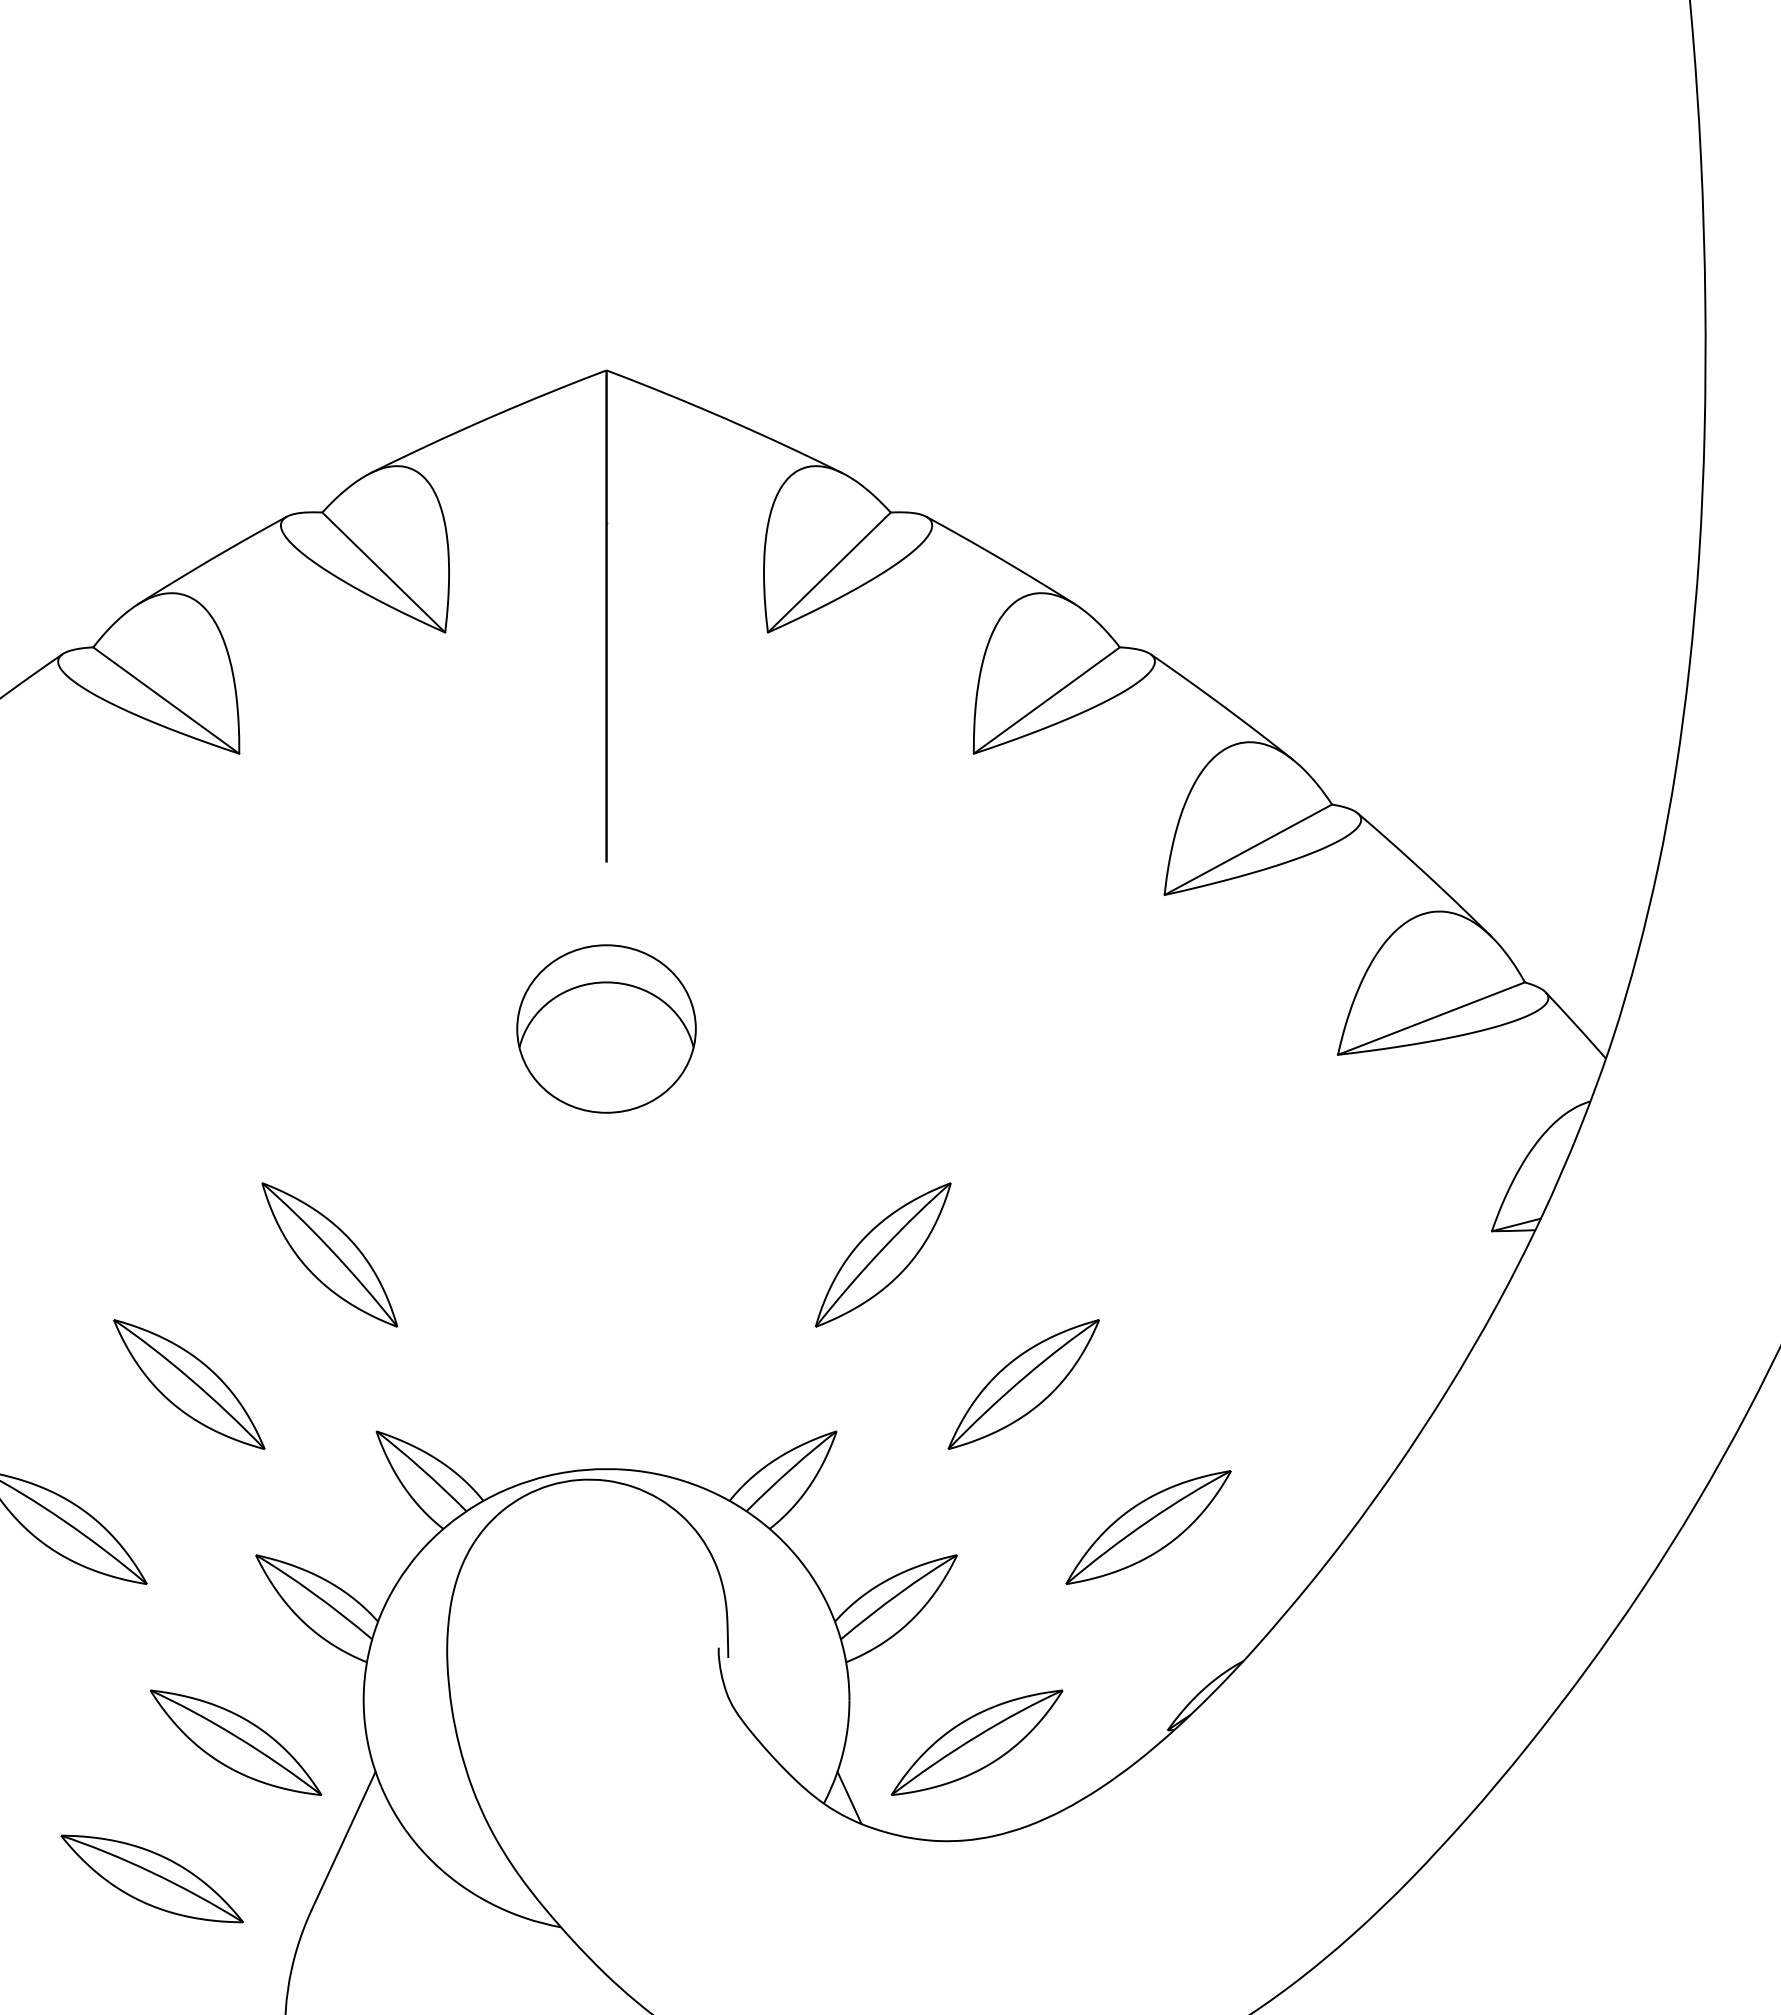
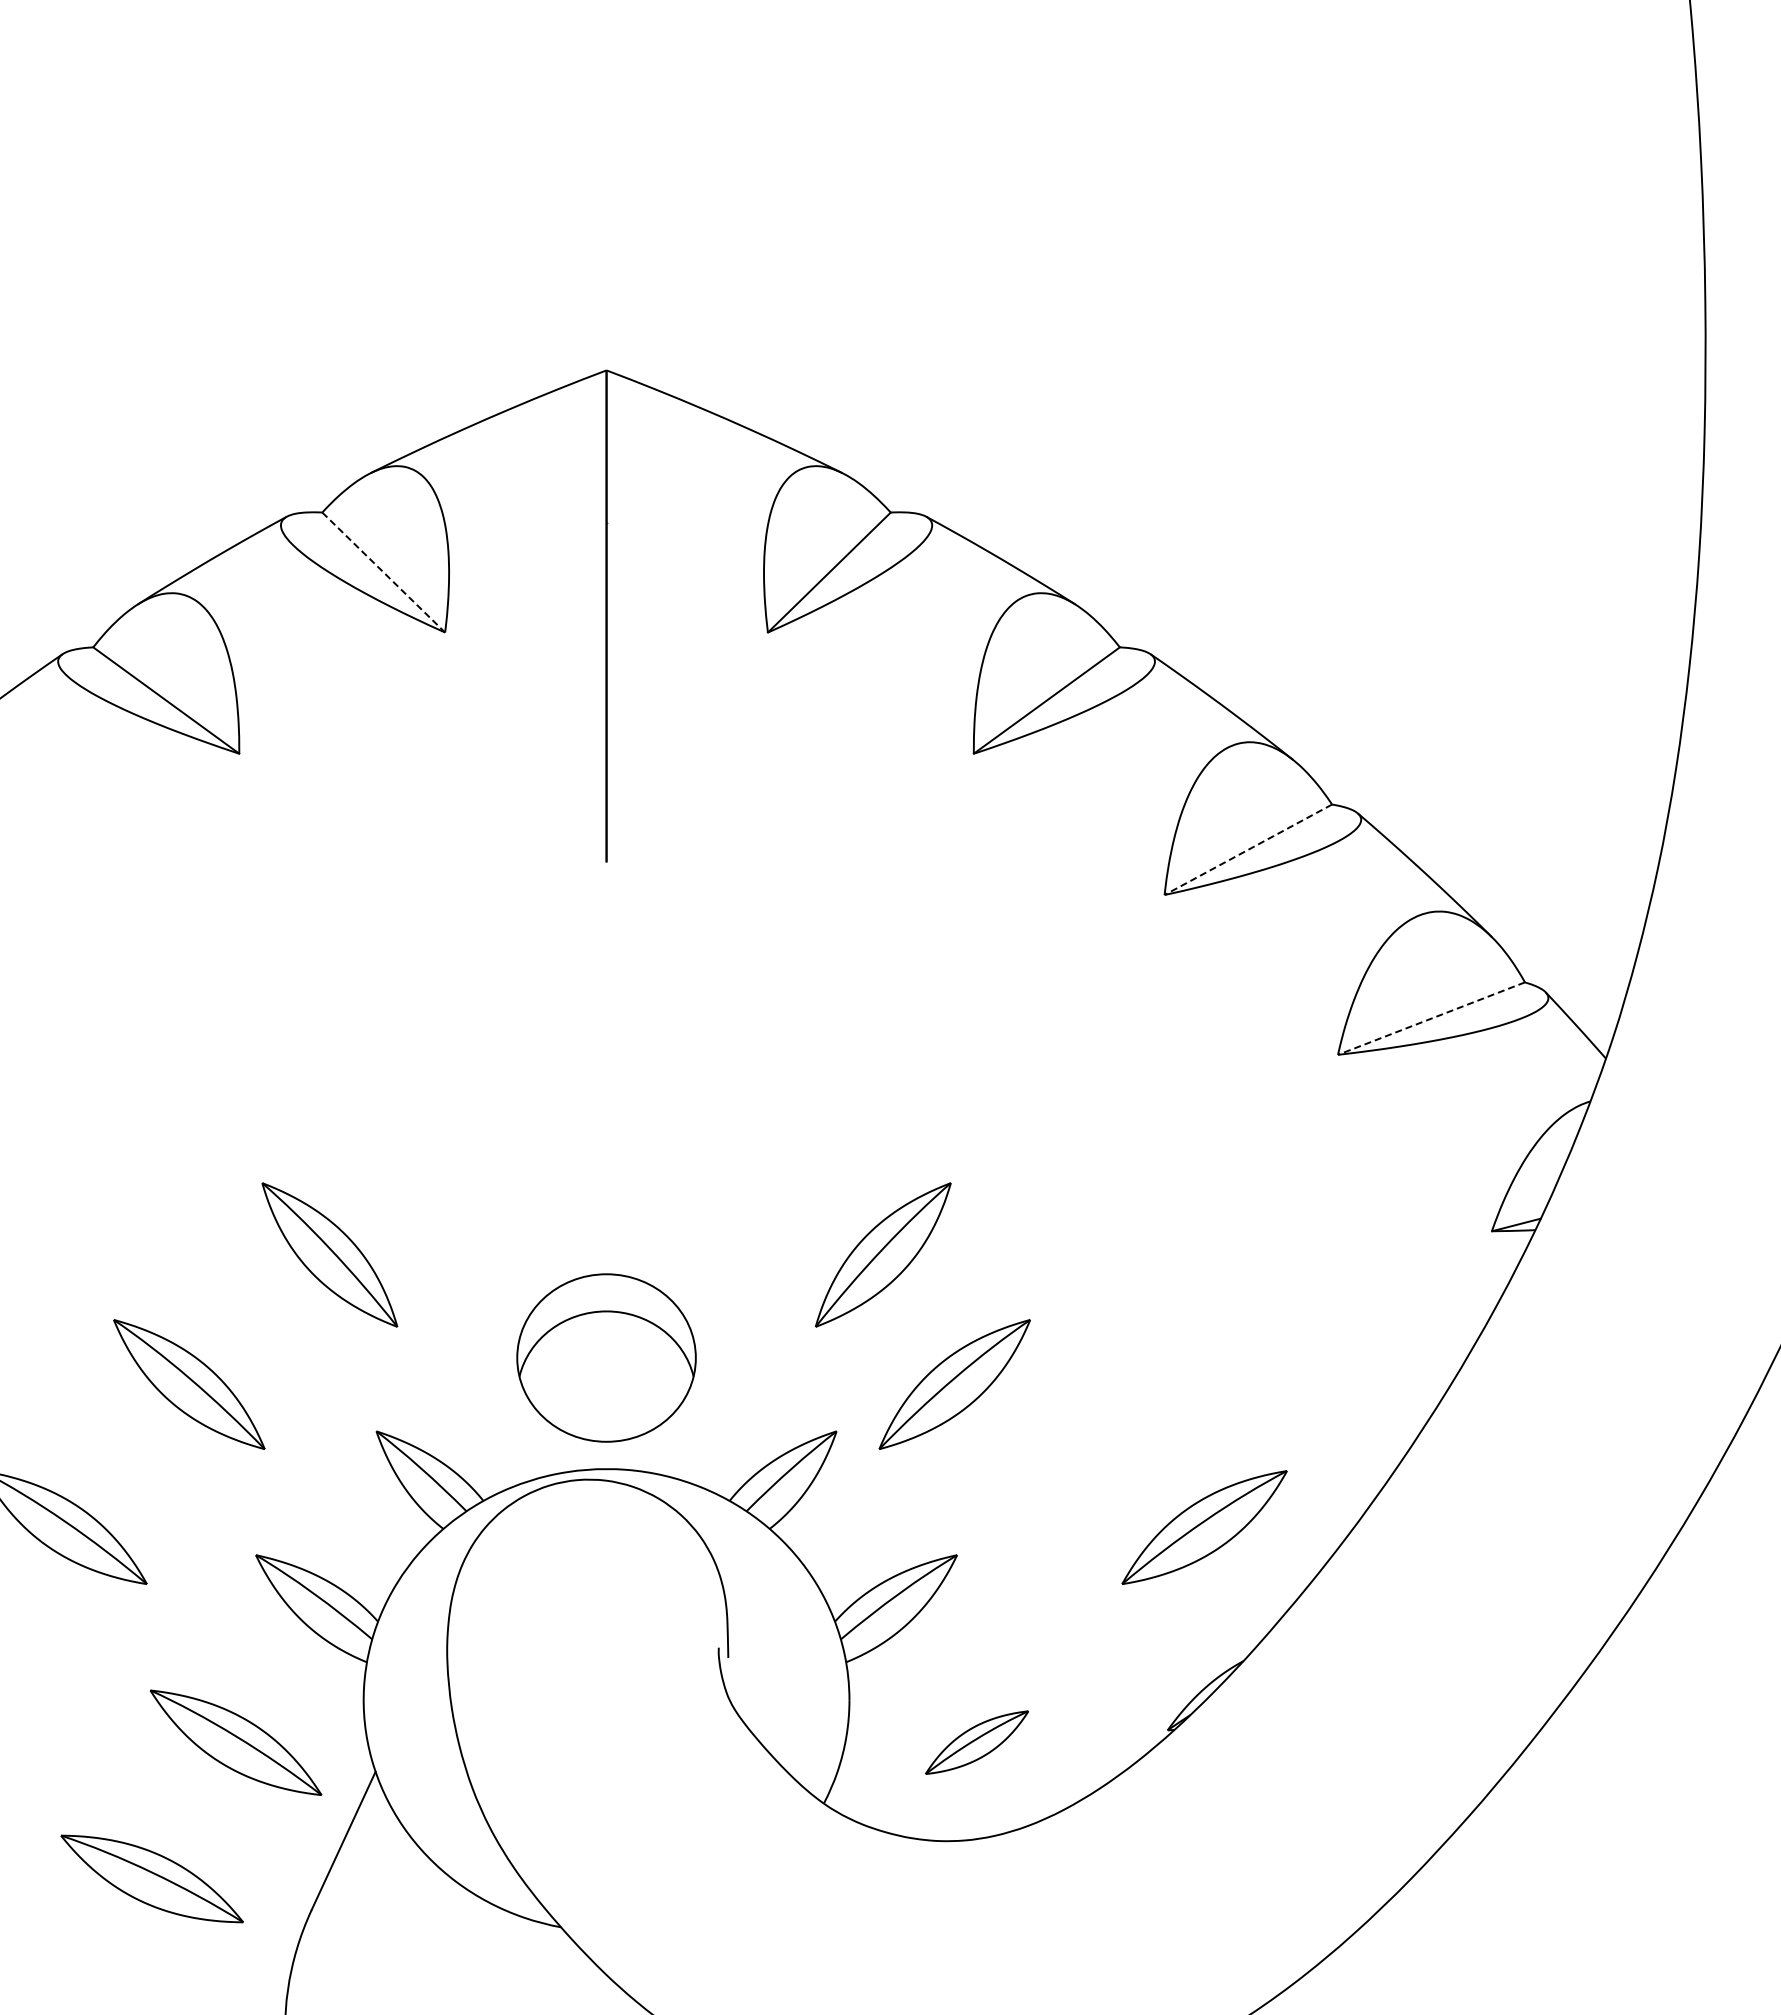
line at (383, 572): solid -> dashed
line at (1247, 850): solid -> dashed
line at (1431, 1018): solid -> dashed
part at (606, 1028) position: (606, 1028) -> (606, 1357)
part at (1023, 1384) position: (1023, 1384) -> (954, 1384)
part at (1148, 1527) position: (1148, 1527) -> (1204, 1527)
part at (976, 1742) size: 174x107 px -> 104x65 px
line at (849, 1797): present -> none
